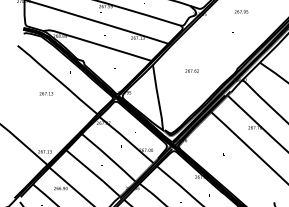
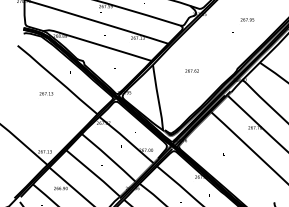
text at (241, 11) position: (241, 11) -> (247, 19)
